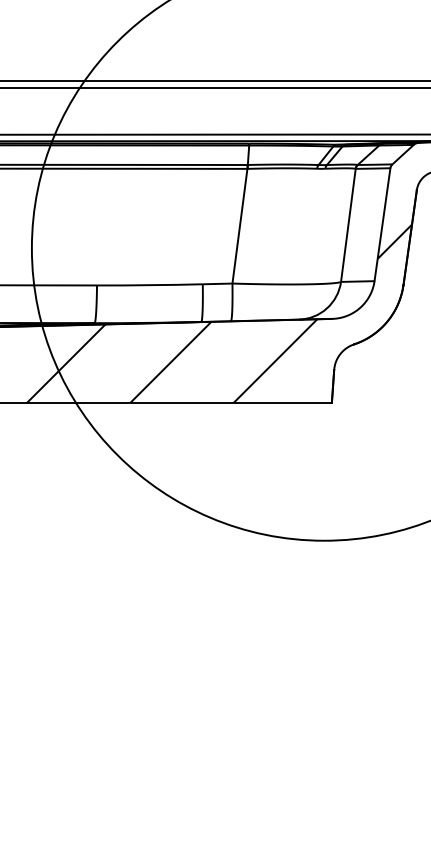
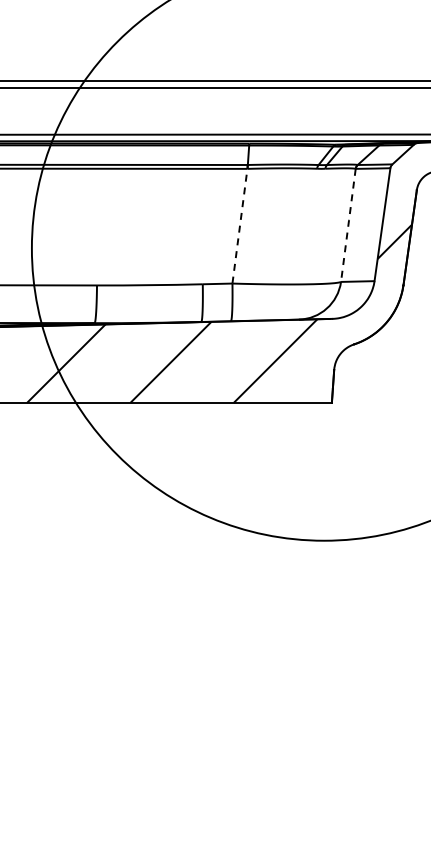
line at (240, 225): solid -> dashed
line at (348, 225): solid -> dashed
